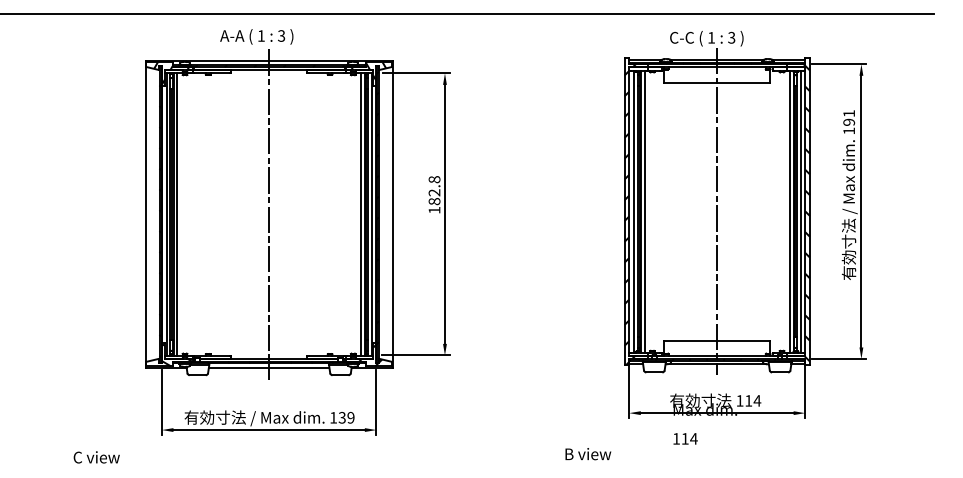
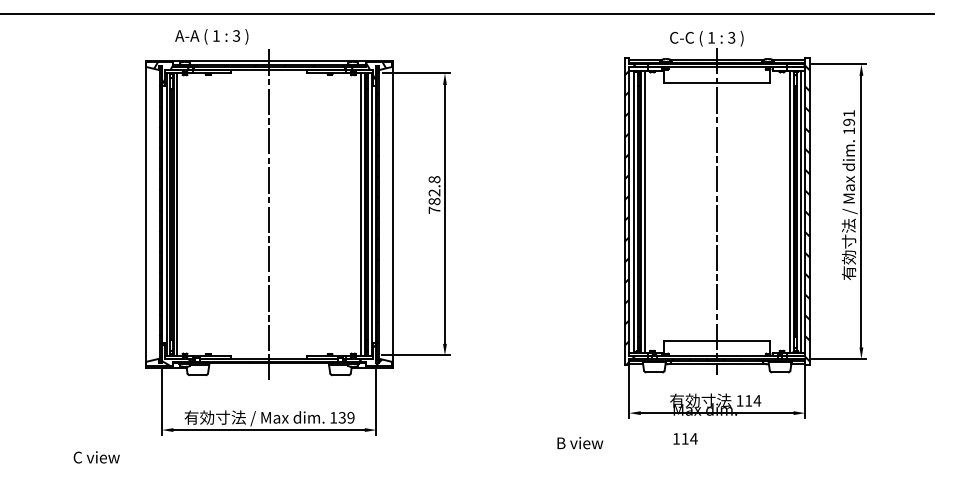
text at (256, 36) position: (256, 36) -> (211, 36)
text at (434, 209): 182.8 -> 782.8
line at (268, 368): present -> none
text at (588, 454) position: (588, 454) -> (580, 443)
